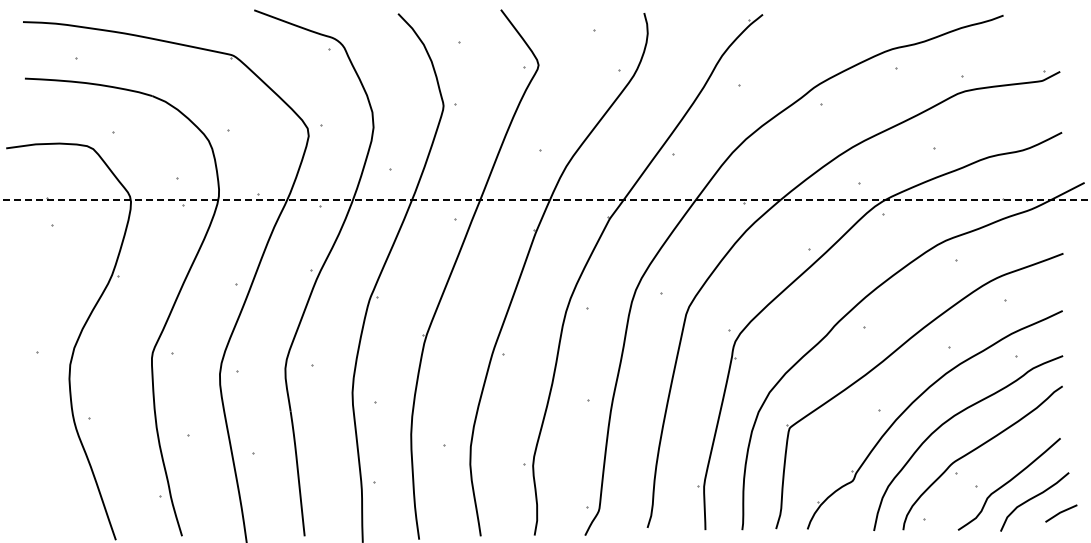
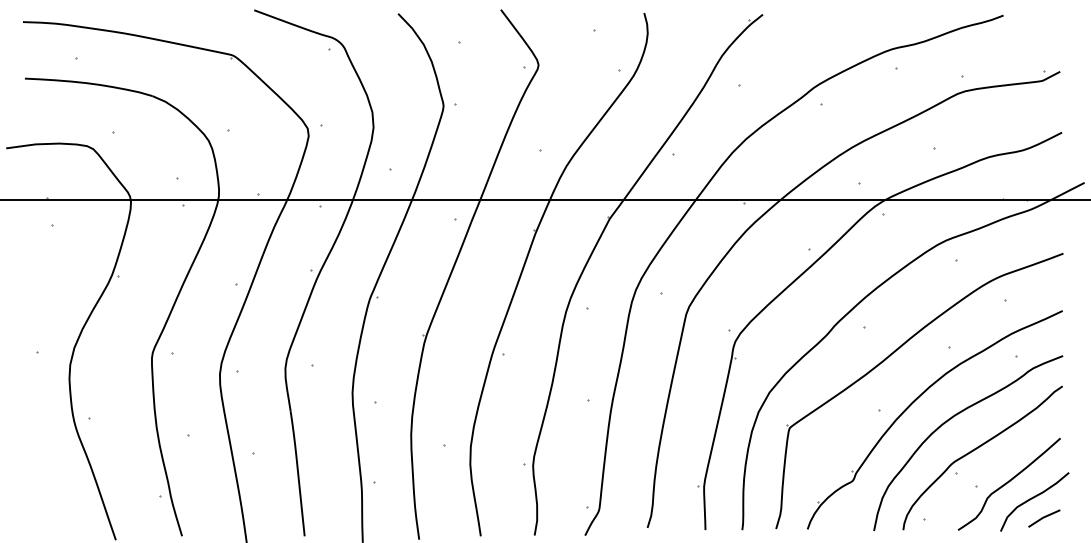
line at (544, 200): dashed -> solid
line at (1061, 513) position: (1061, 513) -> (1044, 518)
